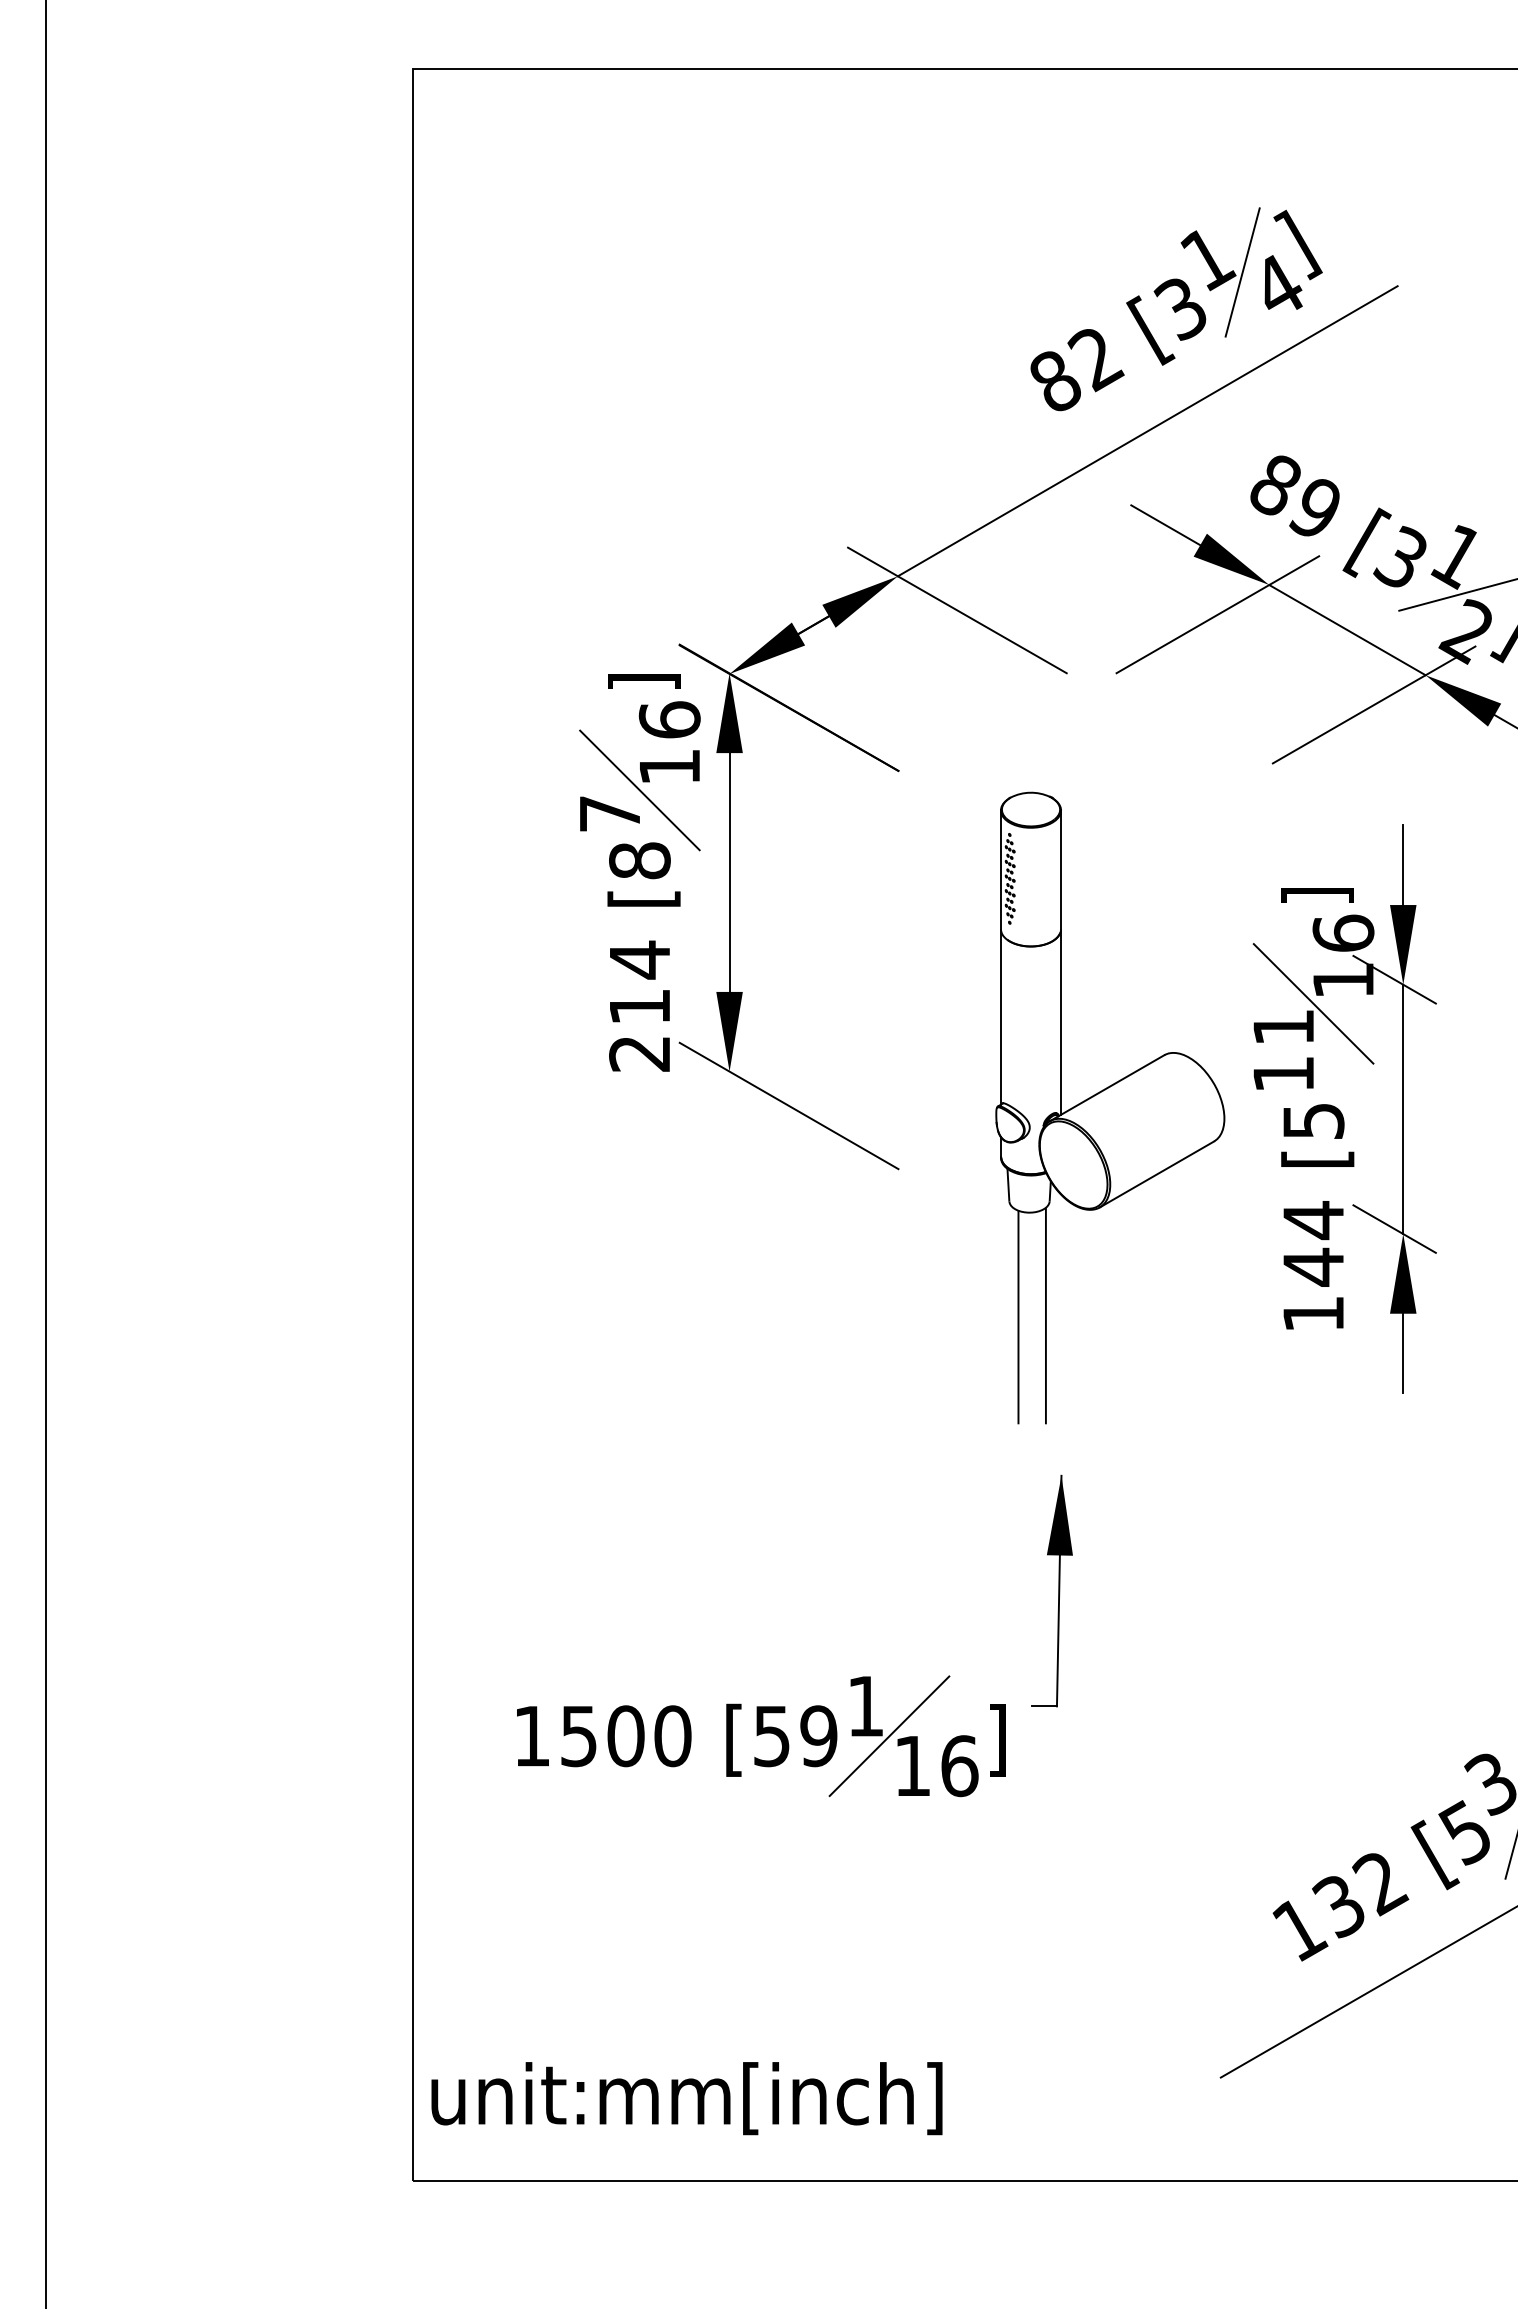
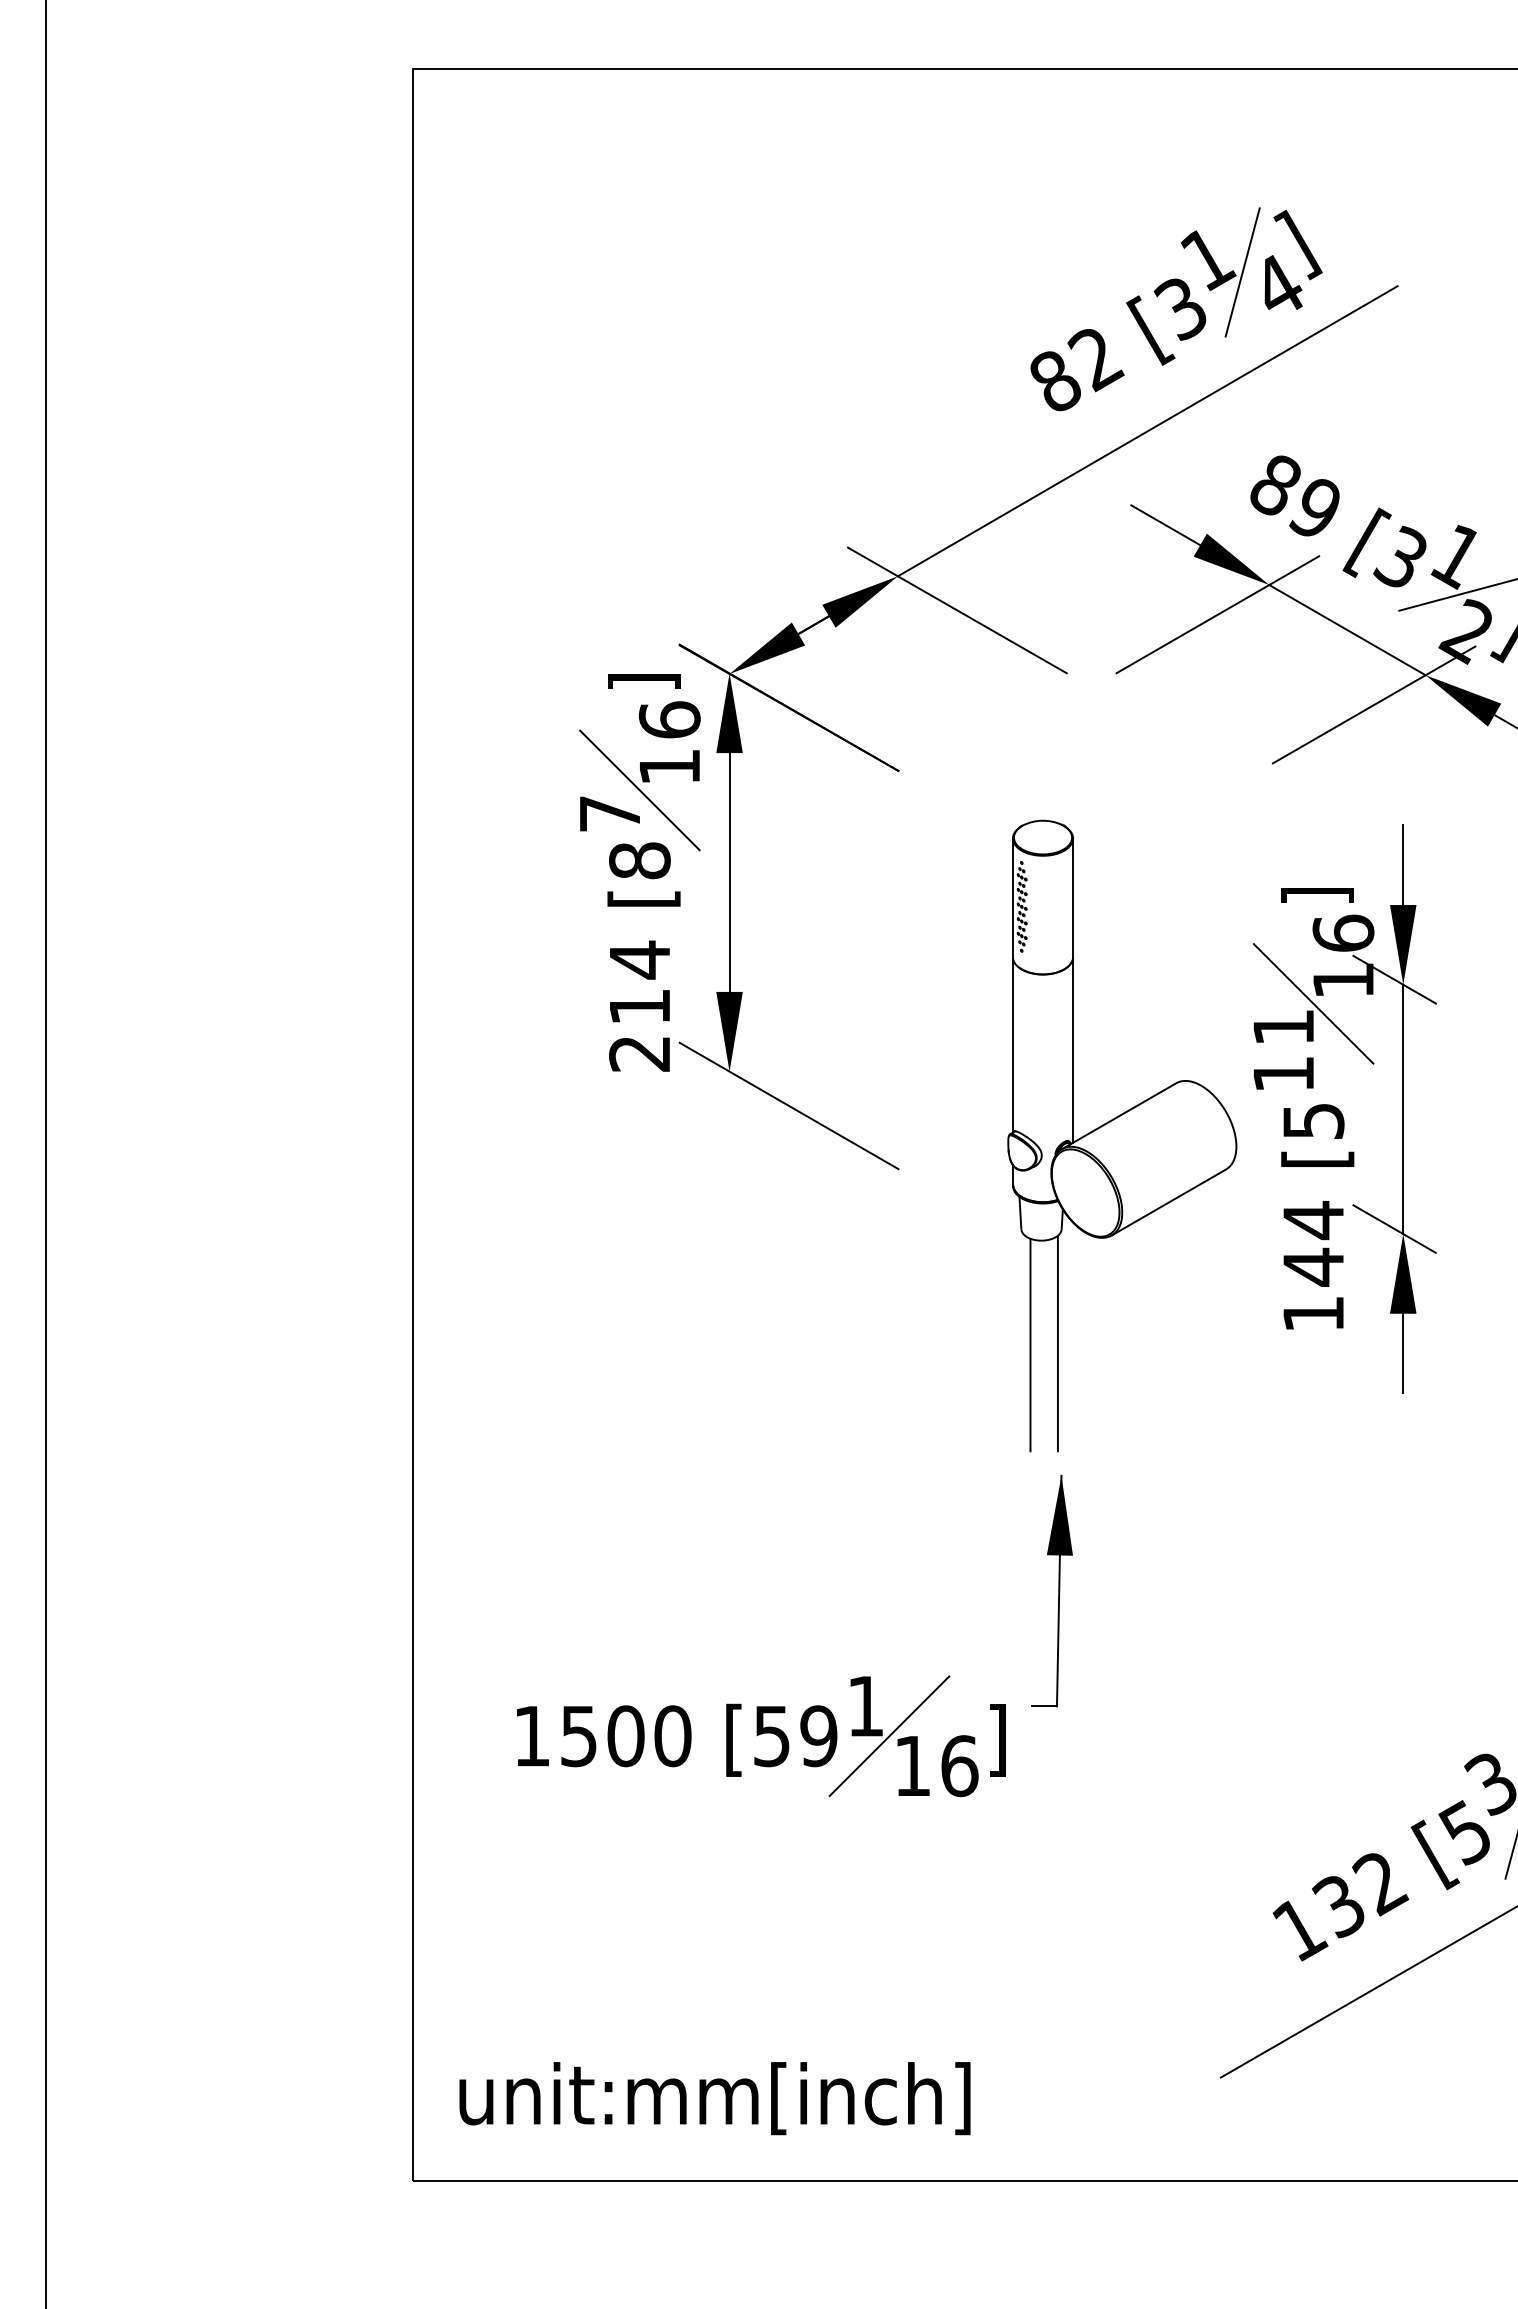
part at (1110, 1107) position: (1110, 1107) -> (1122, 1135)
text at (686, 2098) position: (686, 2098) -> (714, 2098)
